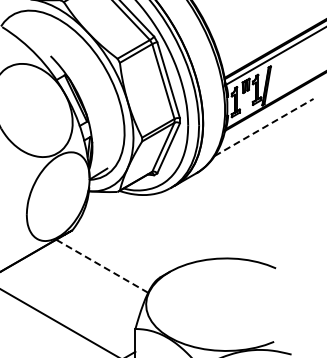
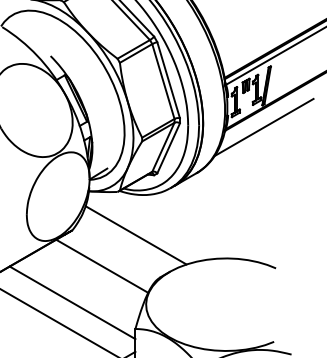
line at (264, 127): dashed -> solid
line at (135, 235): none -> present
line at (101, 266): dashed -> solid
line at (72, 302): none -> present
